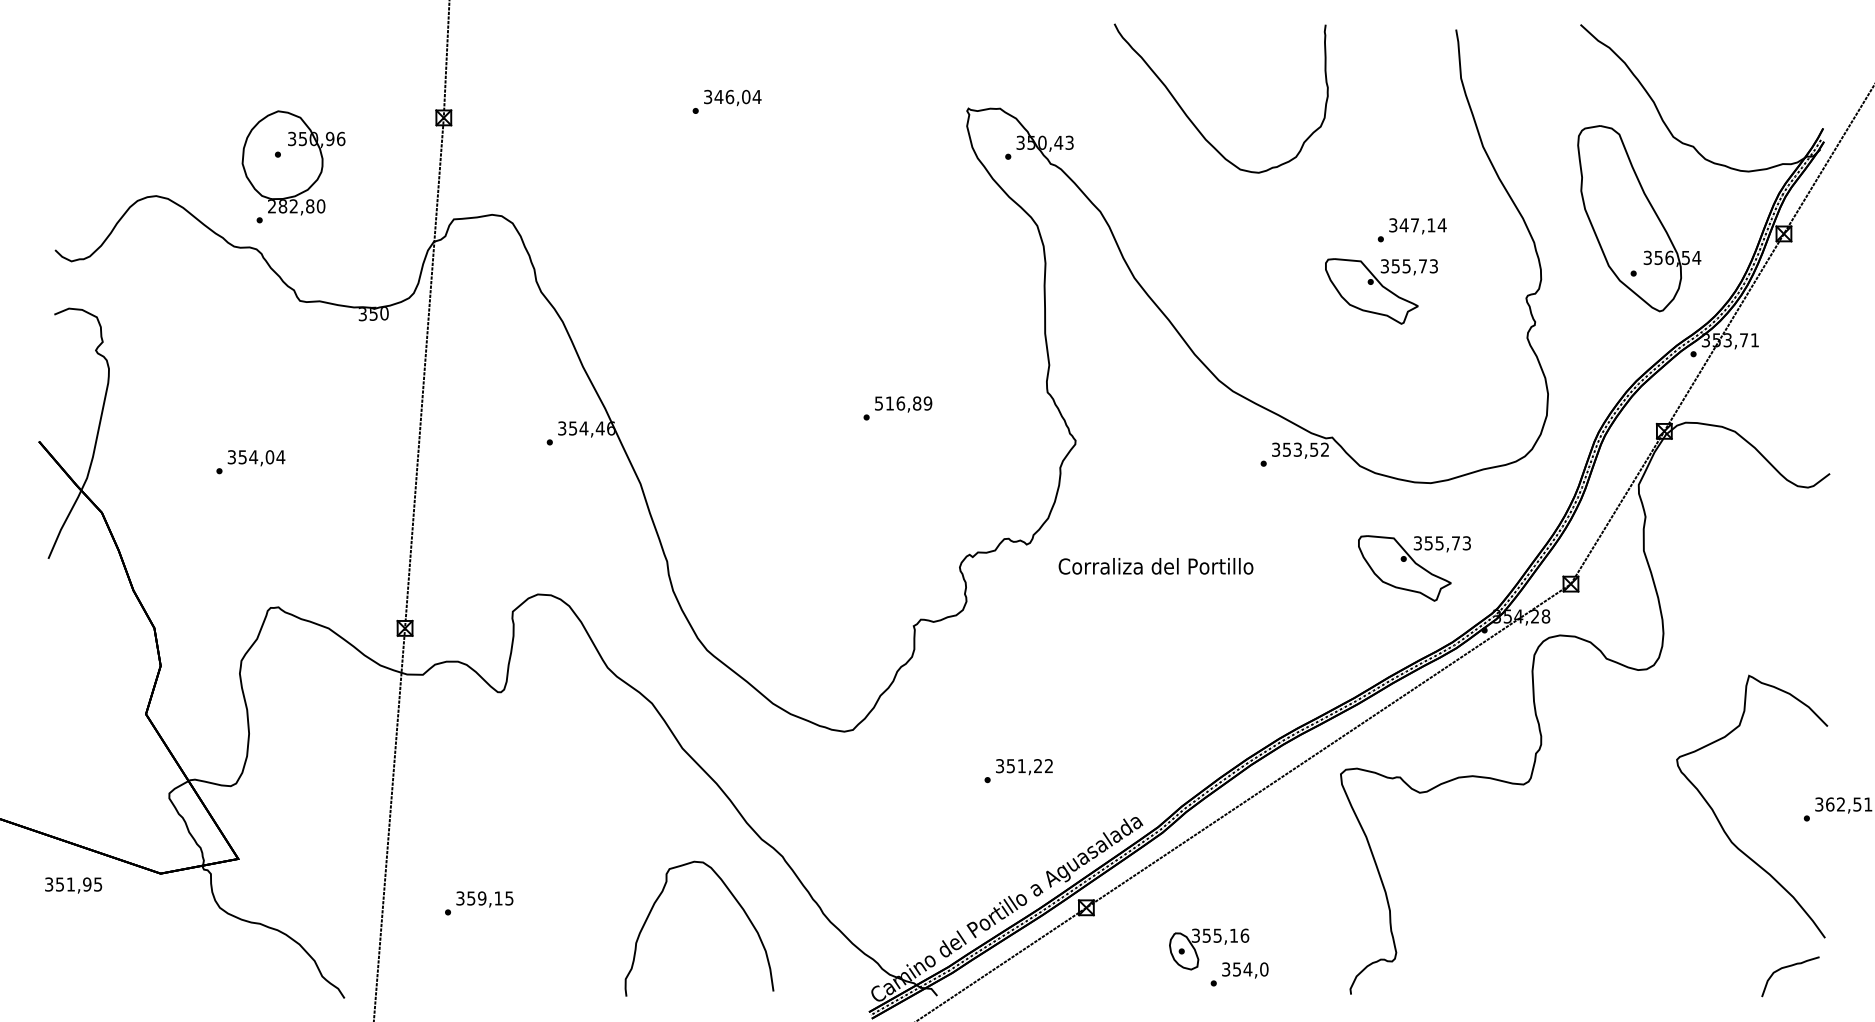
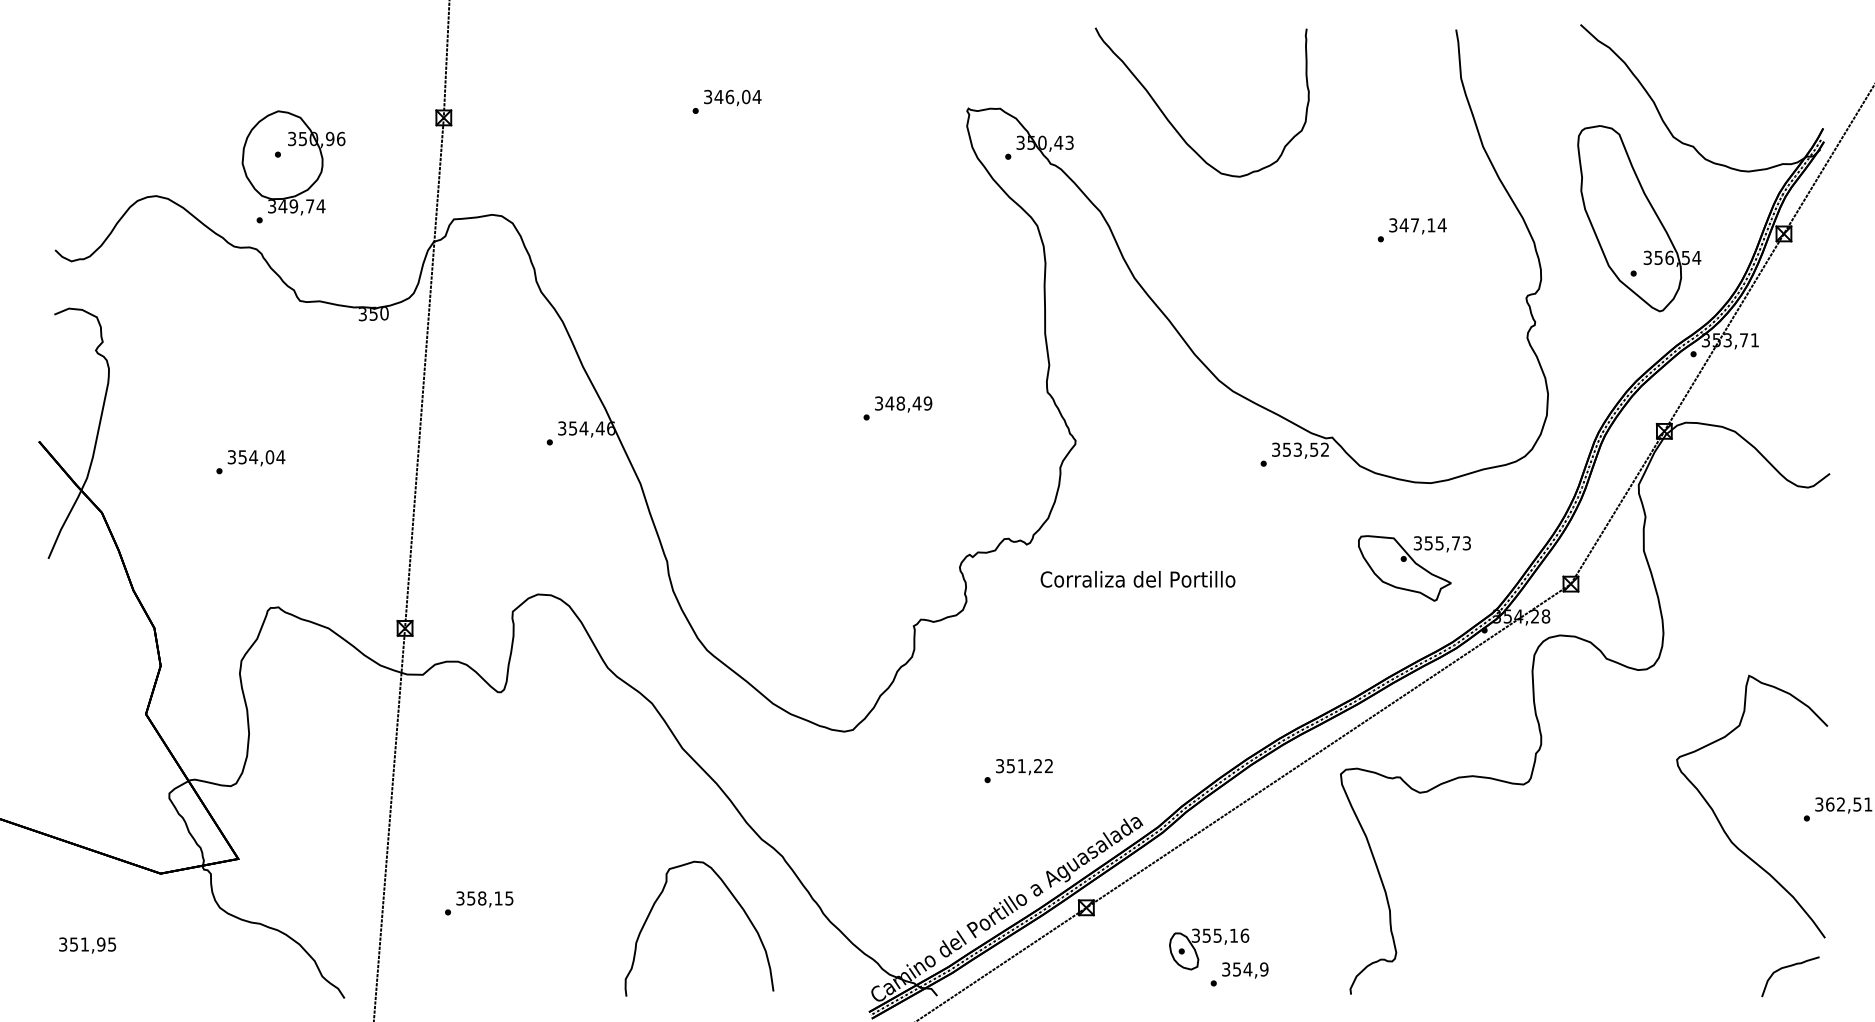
curve at (1190, 118) position: (1190, 118) -> (1171, 122)
text at (296, 206): 282,80 -> 349,74
part at (1381, 291): present -> none
text at (898, 403): 516,89 -> 348,49
text at (1155, 566) position: (1155, 566) -> (1137, 579)
text at (73, 885) position: (73, 885) -> (87, 945)
text at (482, 898): 359,15 -> 358,15
text at (1264, 969): 354,0 -> 354,9
